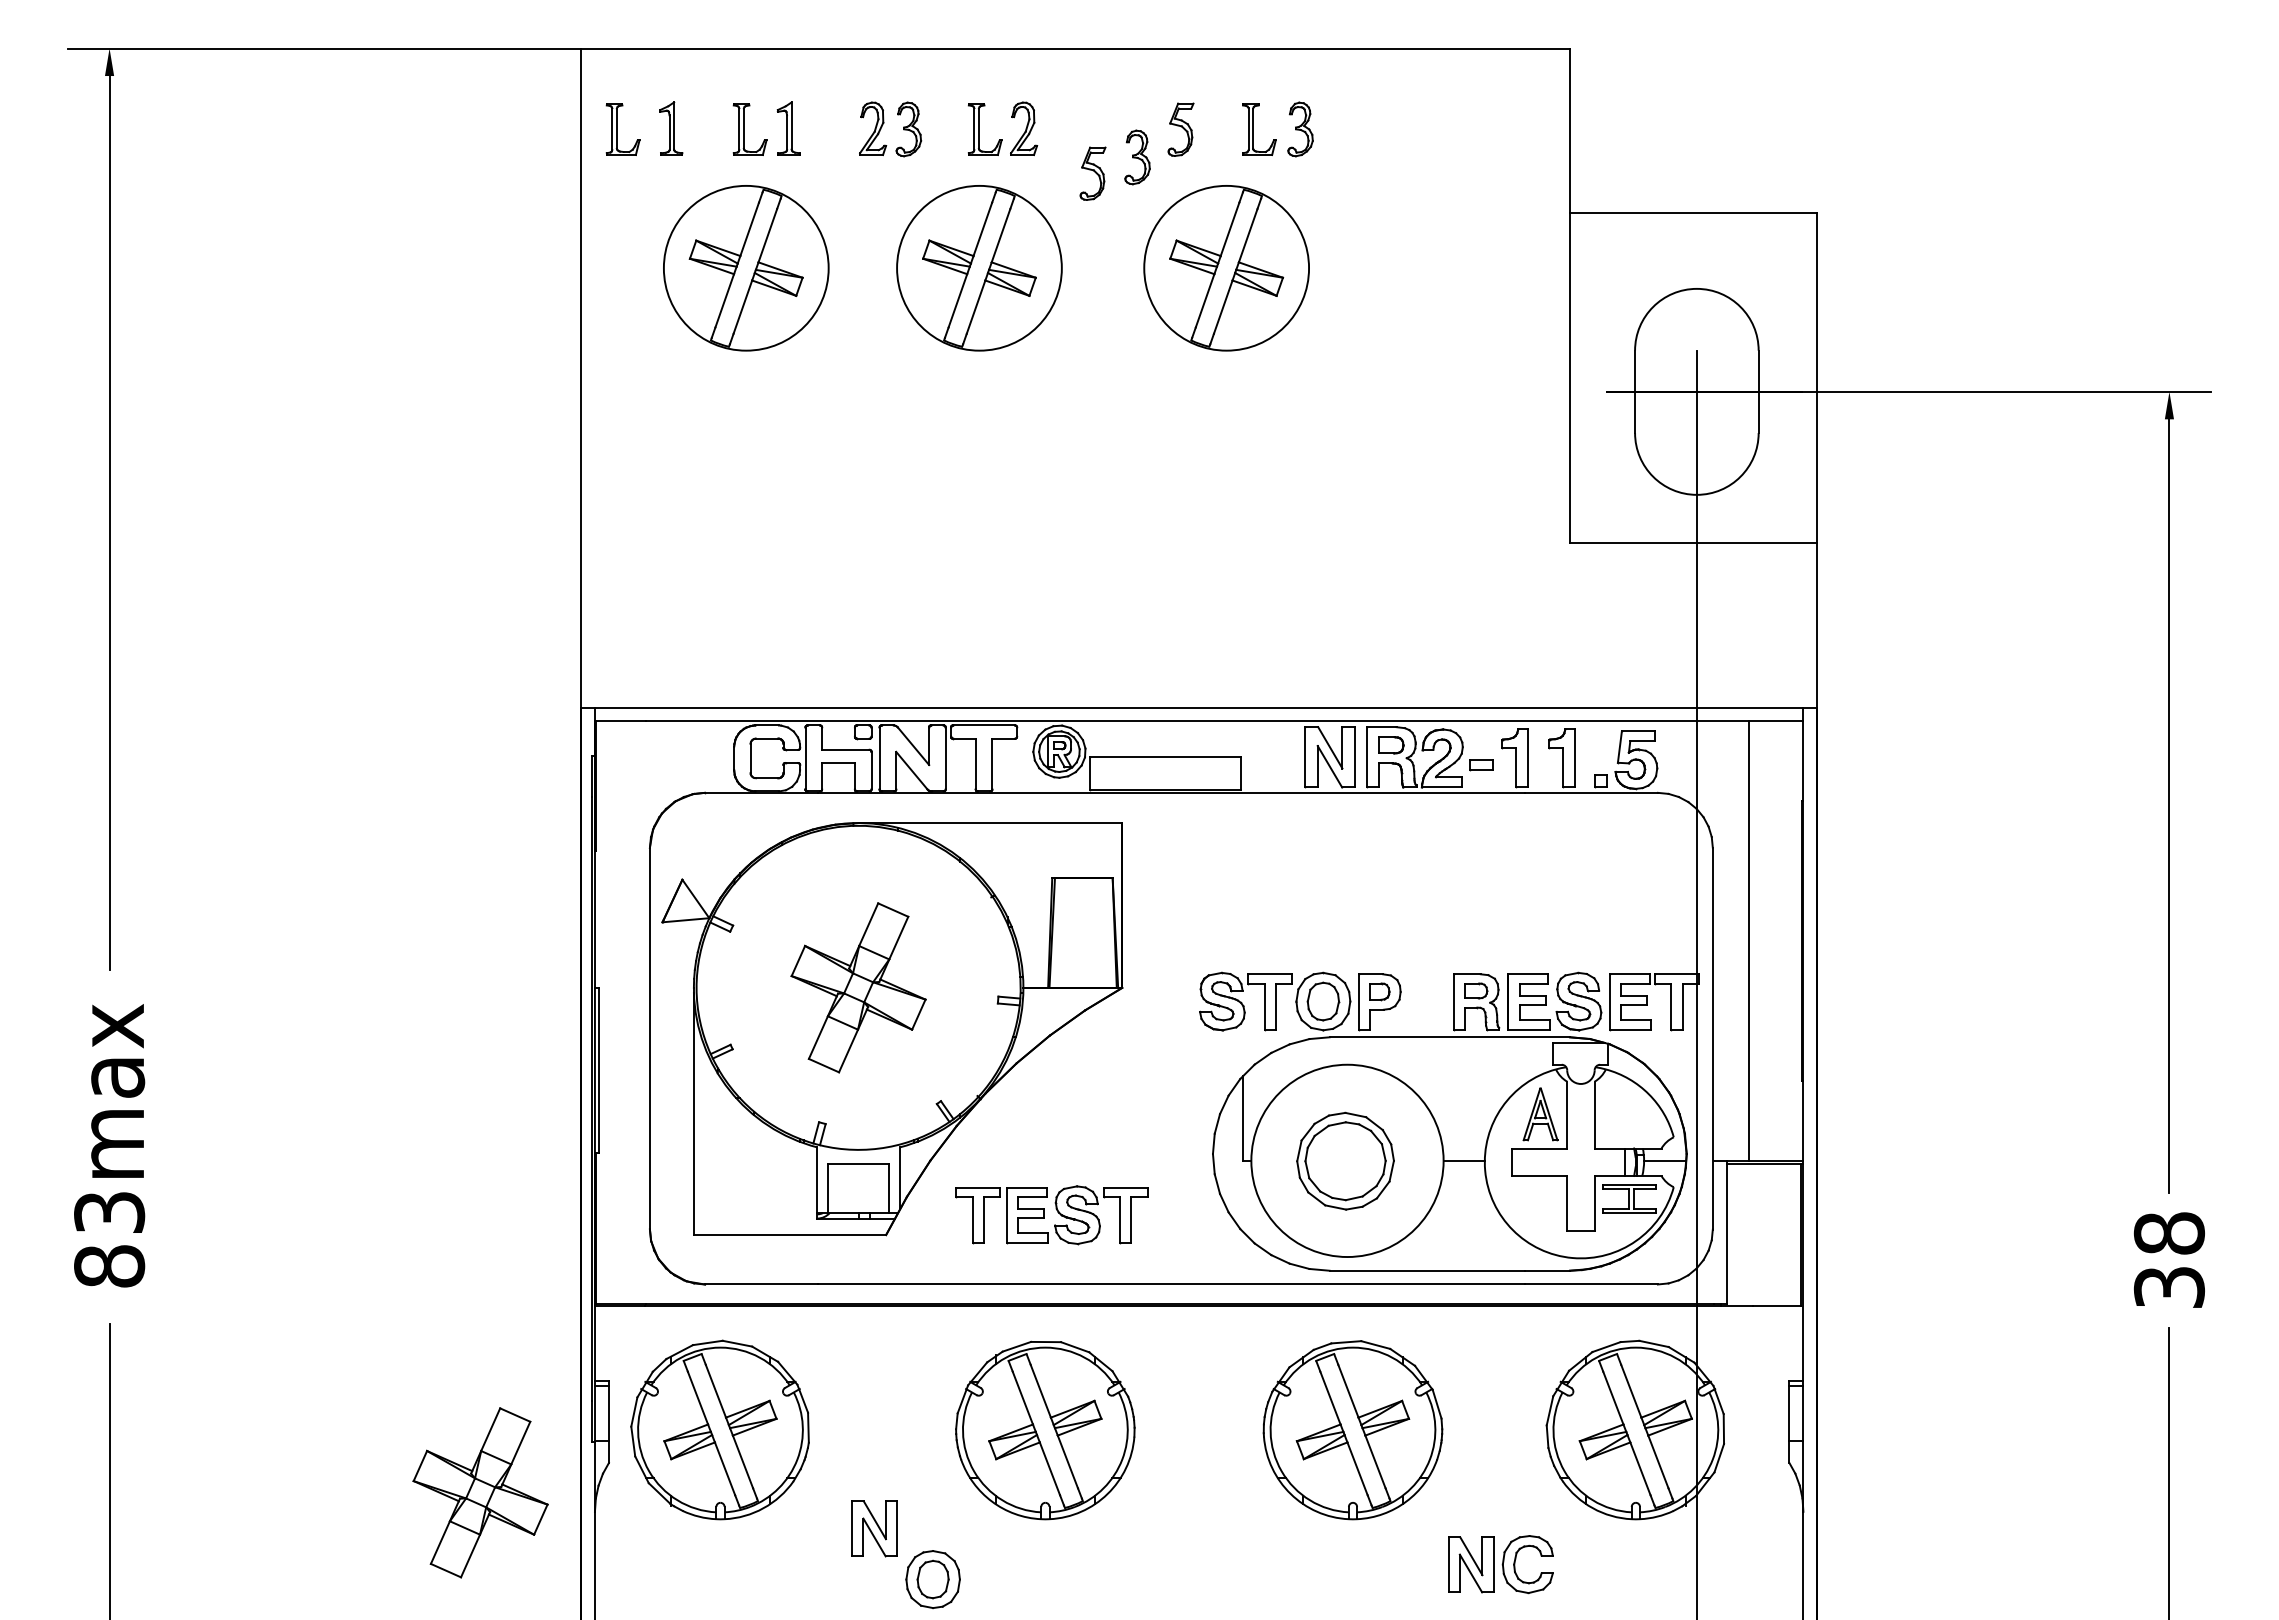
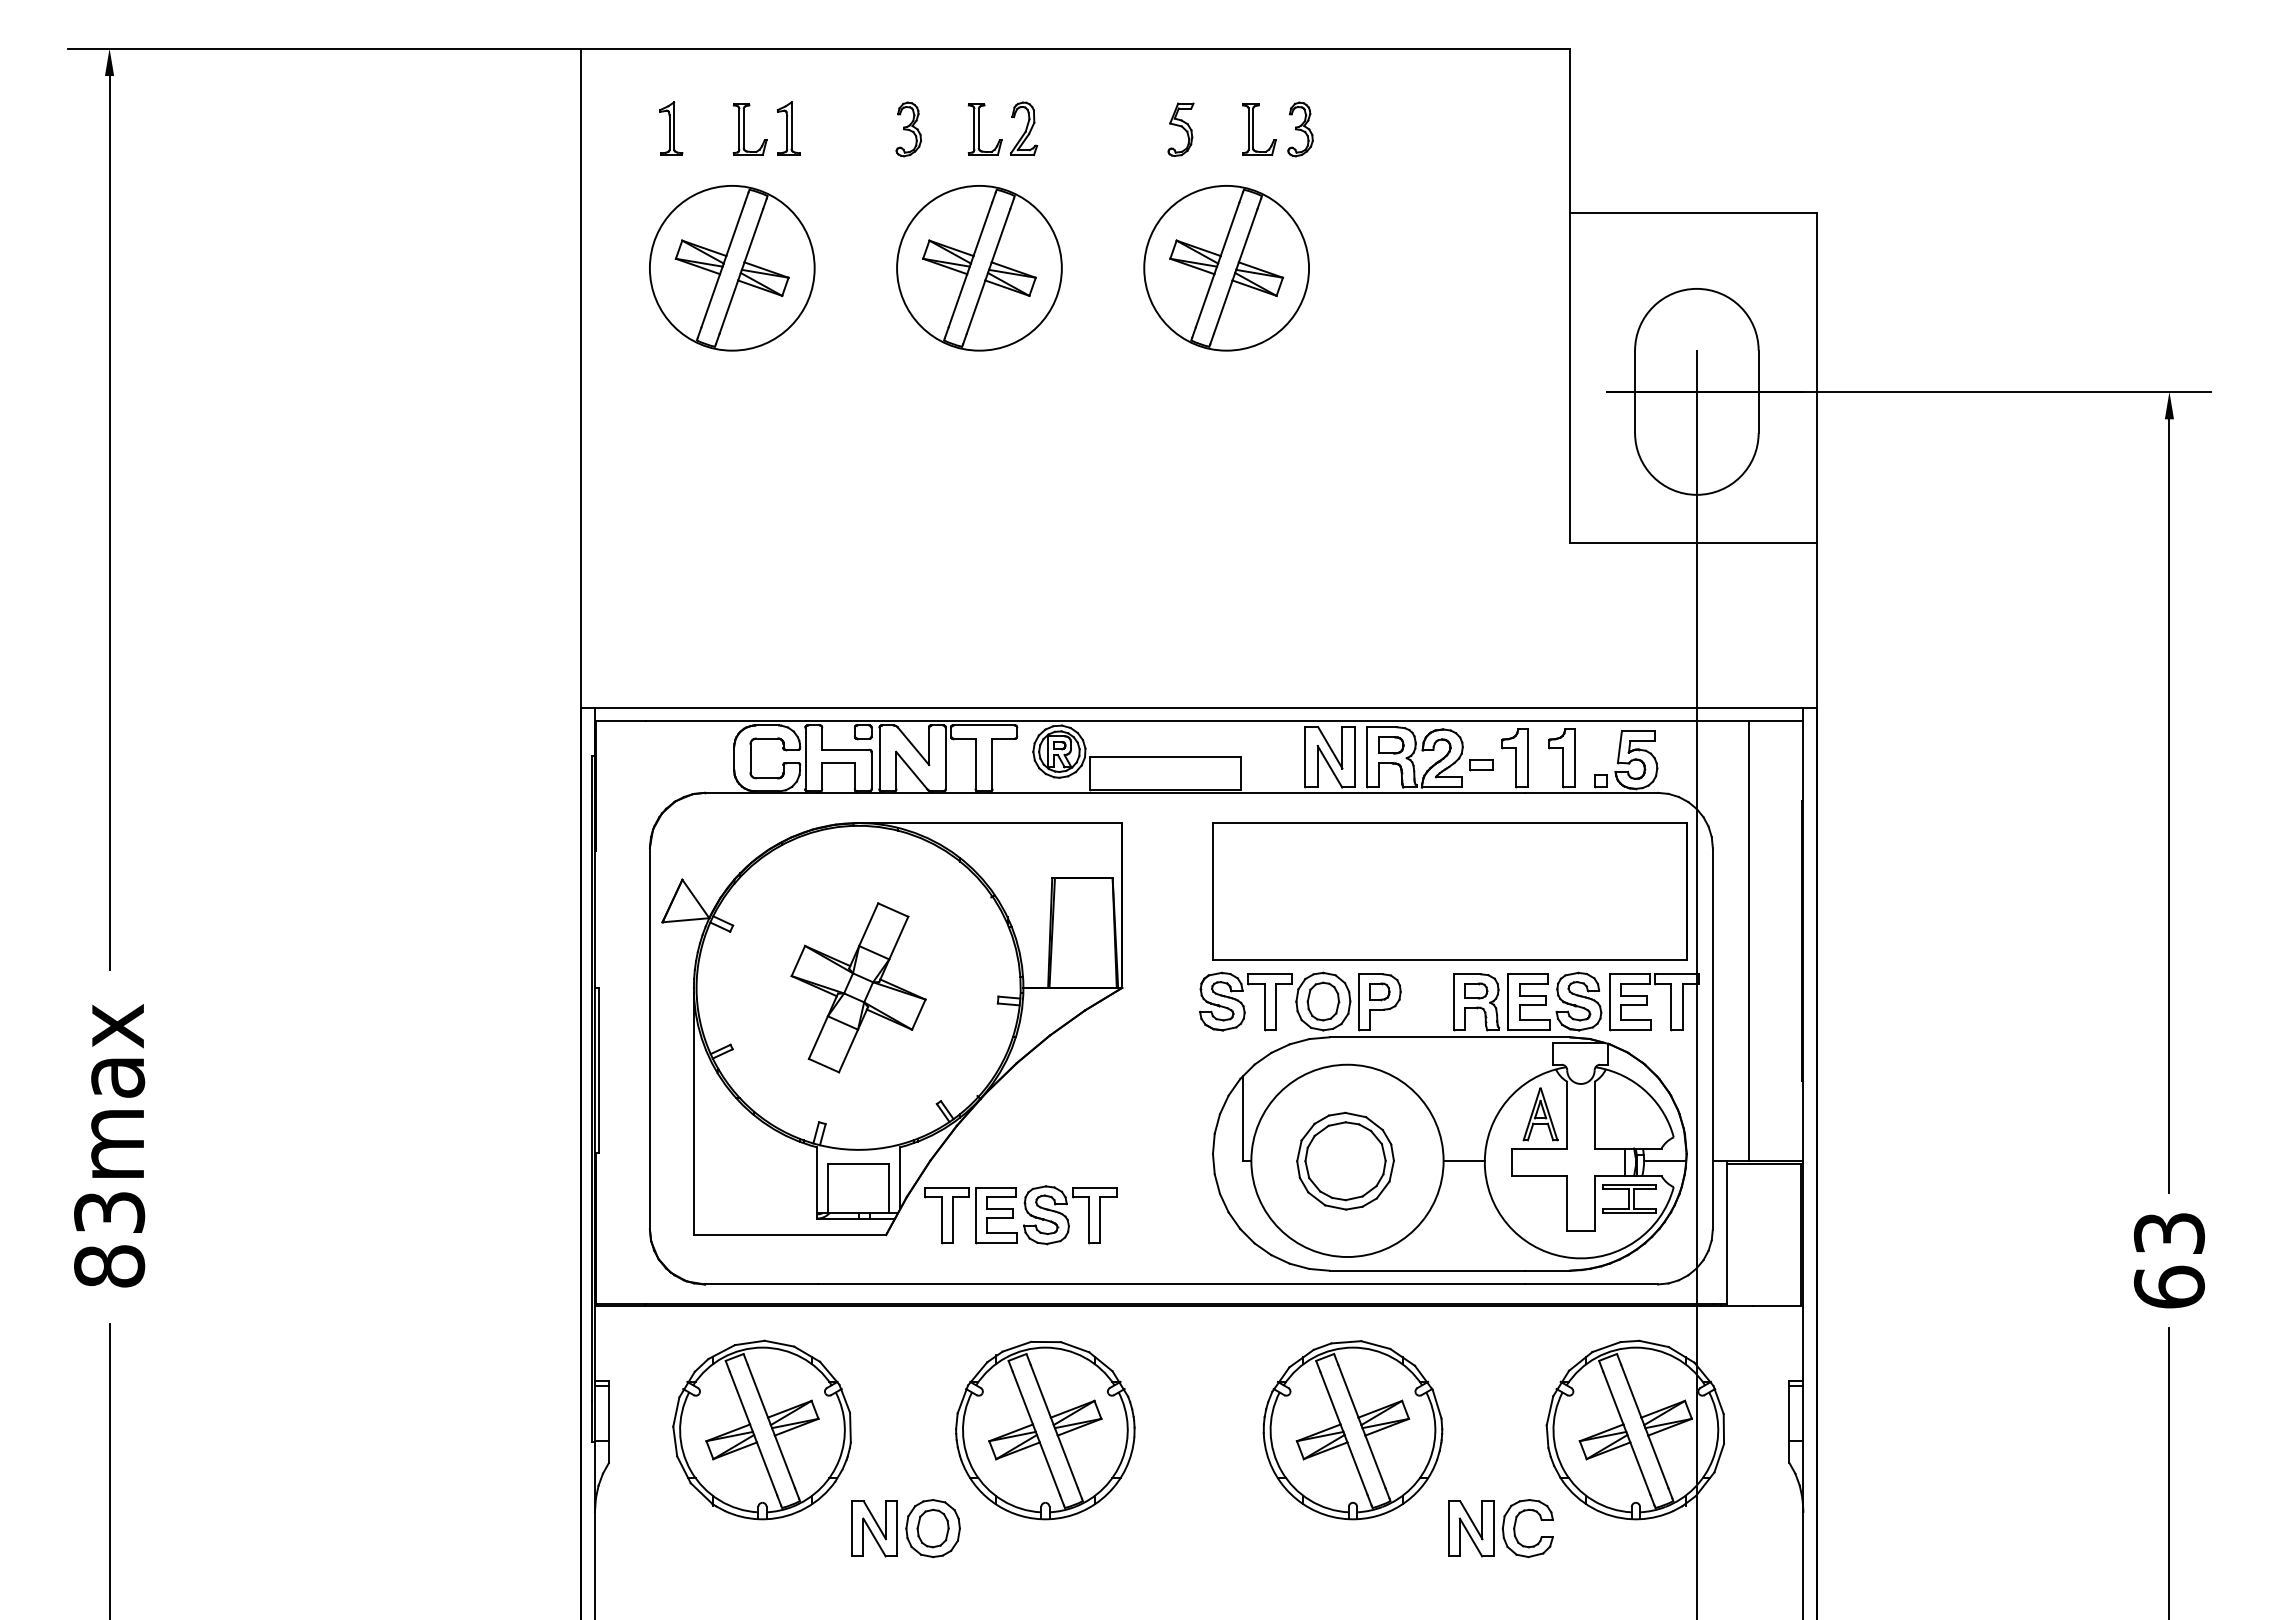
part at (873, 128): present -> none
part at (622, 129): present -> none
part at (1137, 157): present -> none
part at (1092, 173): present -> none
part at (746, 268) position: (746, 268) -> (732, 268)
part at (1449, 891): none -> present
part at (1057, 1212) position: (1057, 1212) -> (1026, 1212)
text at (2168, 1260): 38 -> 63
part at (719, 1429) position: (719, 1429) -> (761, 1429)
part at (480, 1492): present -> none
part at (1500, 1564) position: (1500, 1564) -> (1500, 1528)
part at (932, 1579) position: (932, 1579) -> (932, 1528)
